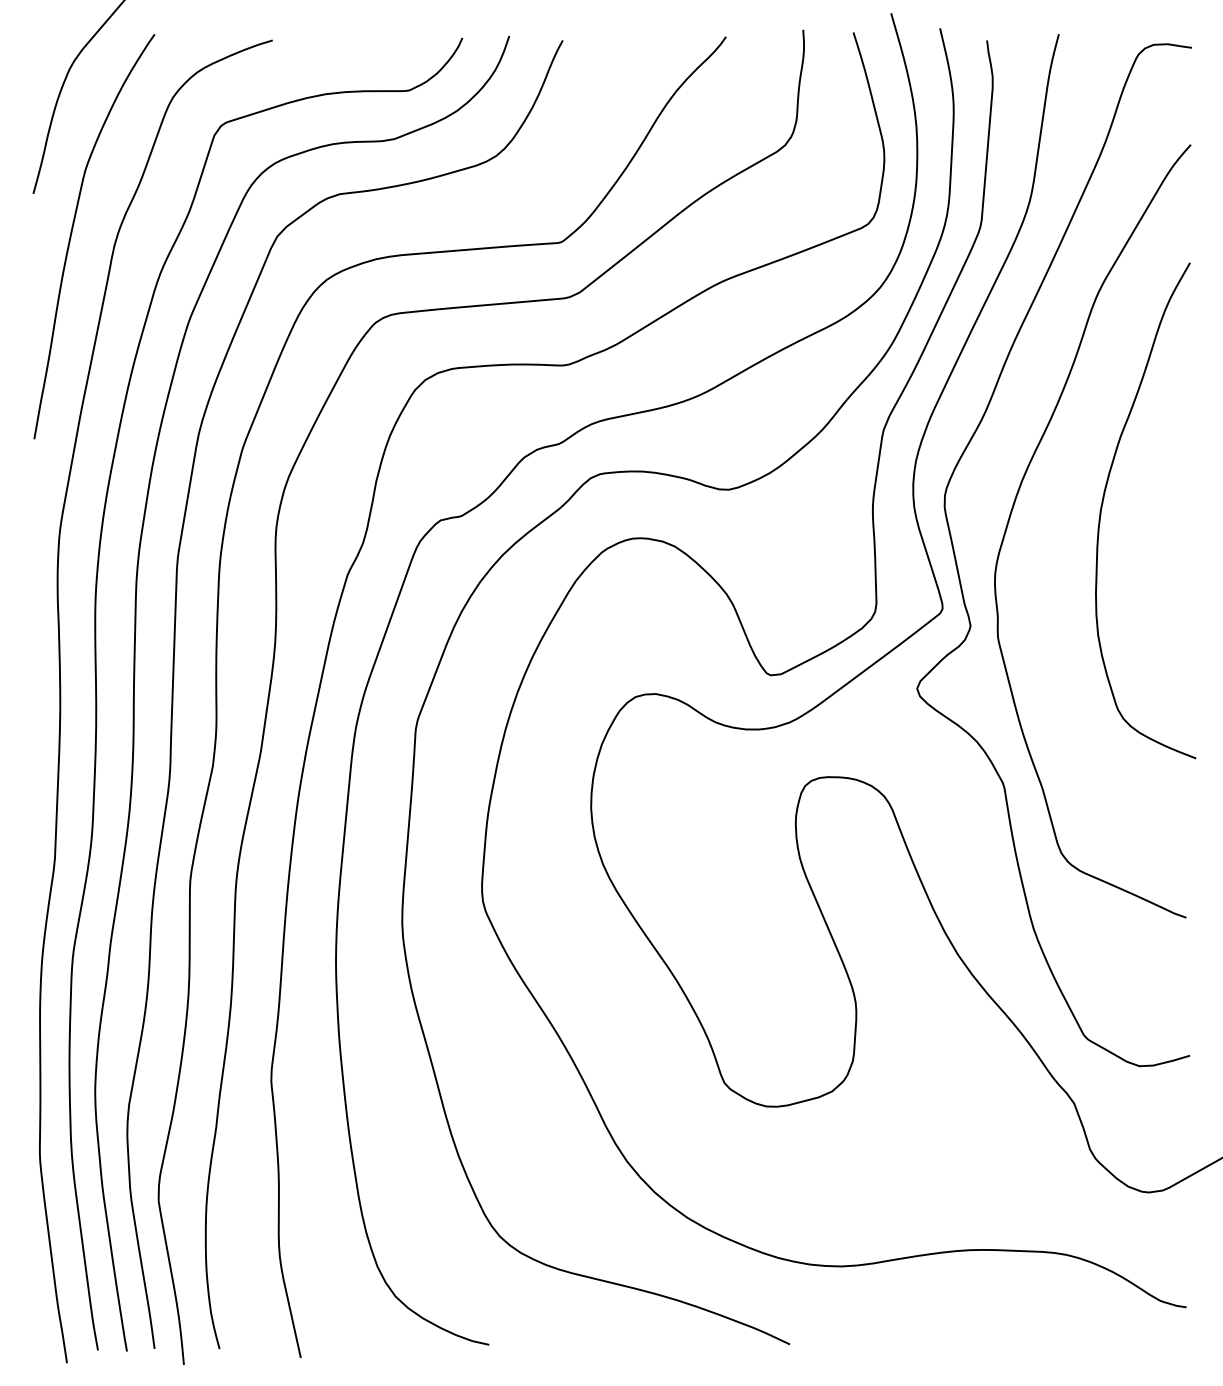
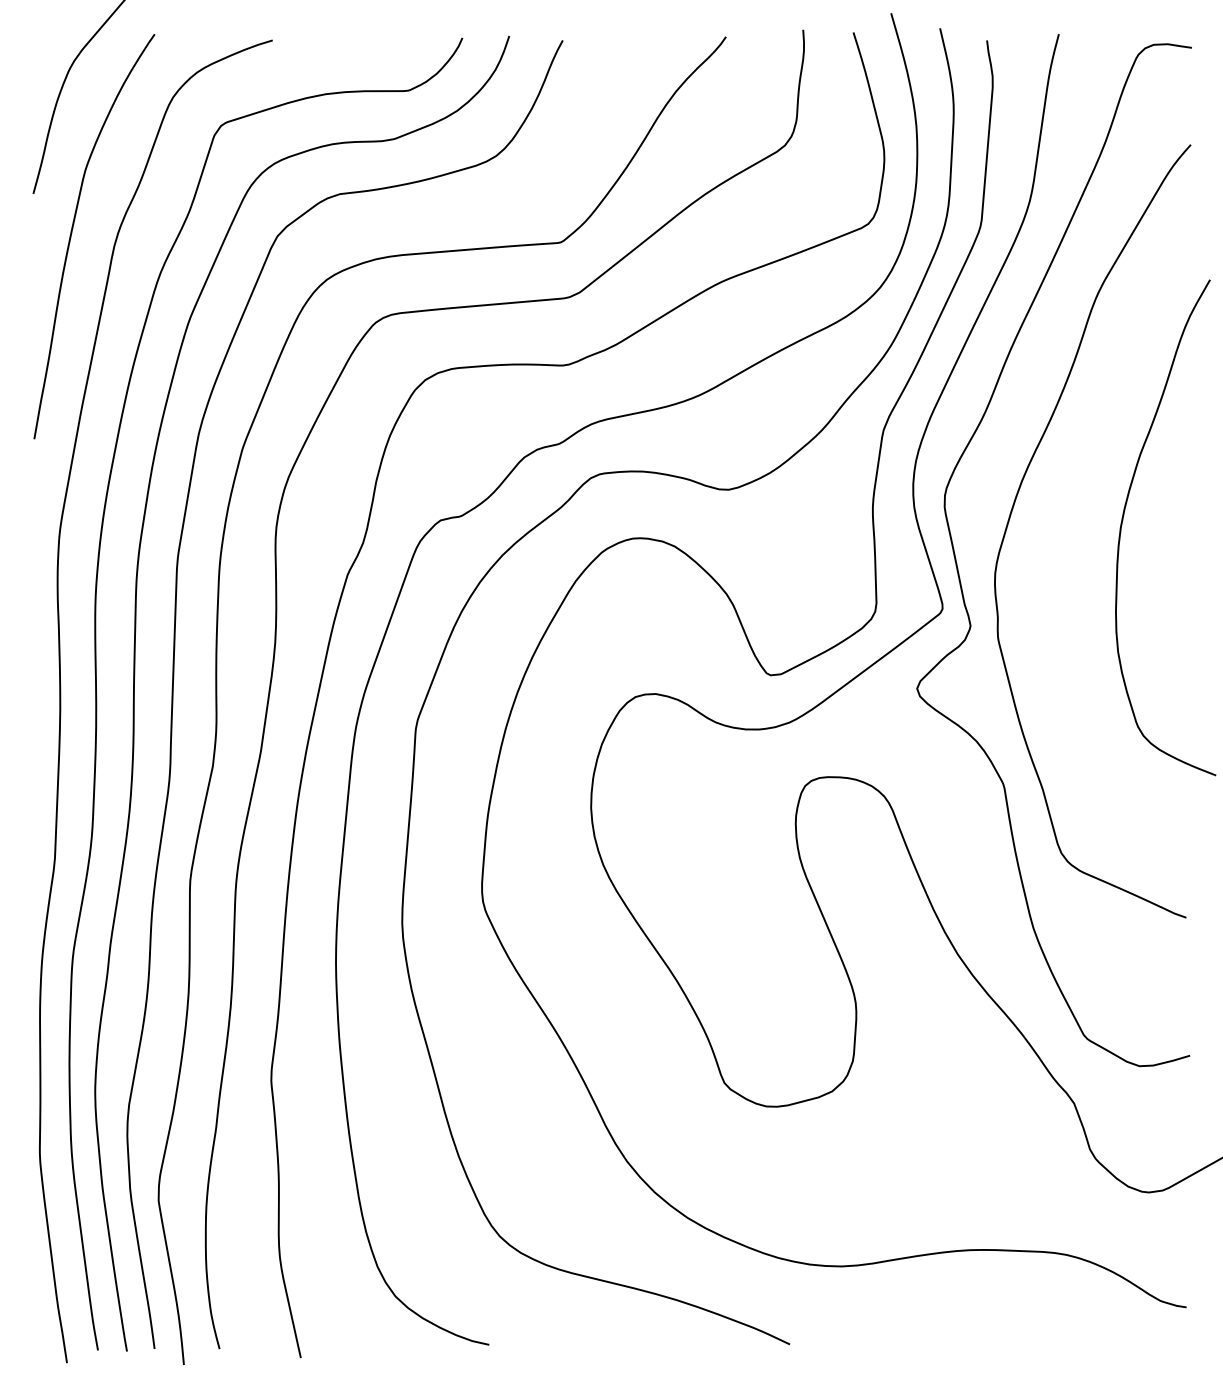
curve at (1103, 503) position: (1103, 503) -> (1123, 520)
